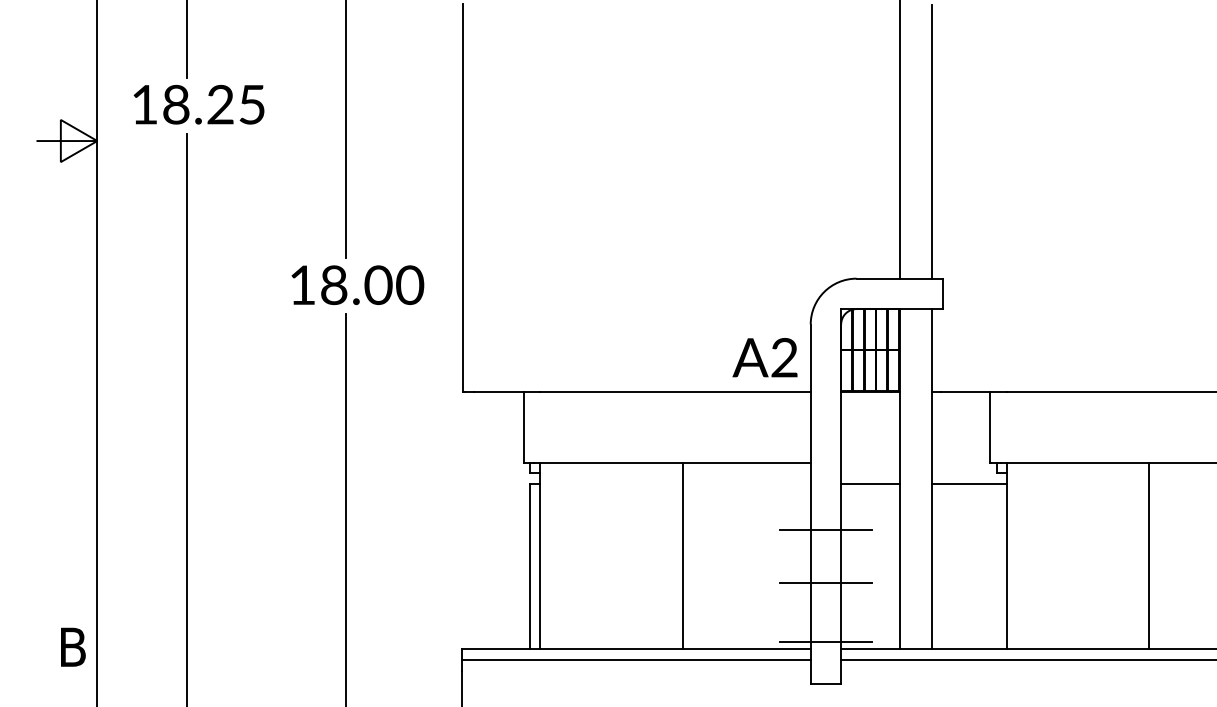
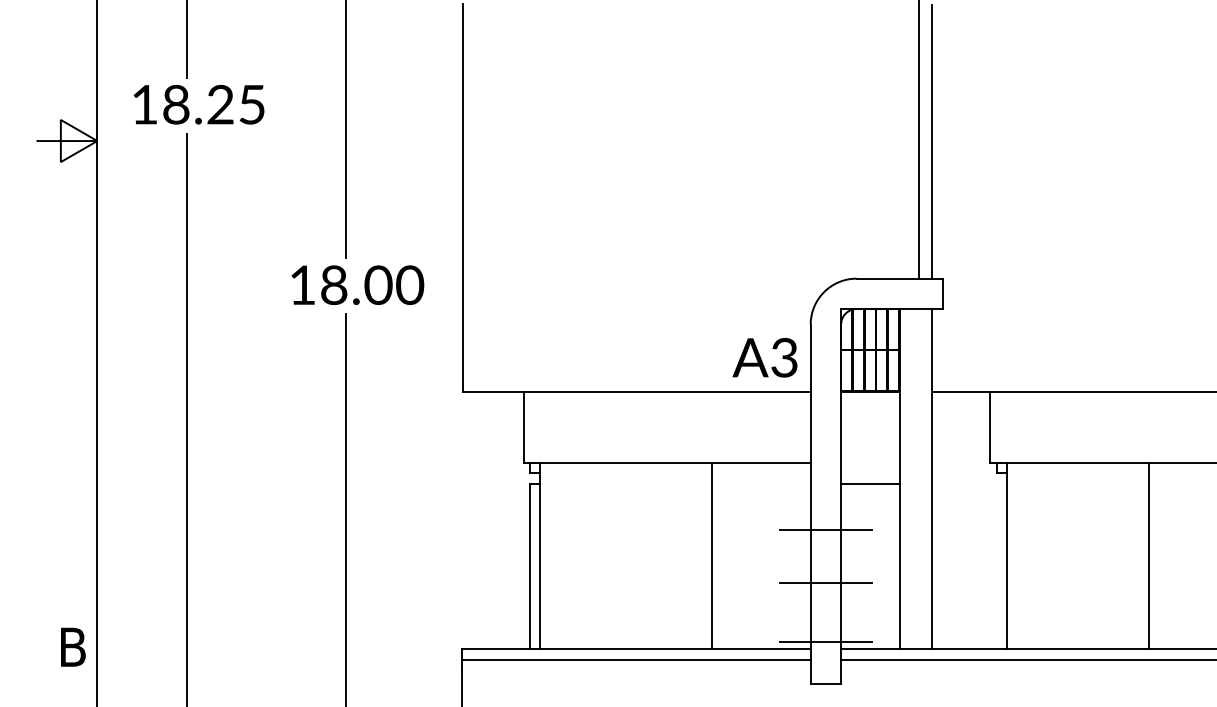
line at (899, 140) position: (899, 140) -> (918, 140)
text at (784, 358): A2 -> A3
line at (969, 484): present -> none
line at (682, 556) position: (682, 556) -> (711, 556)
